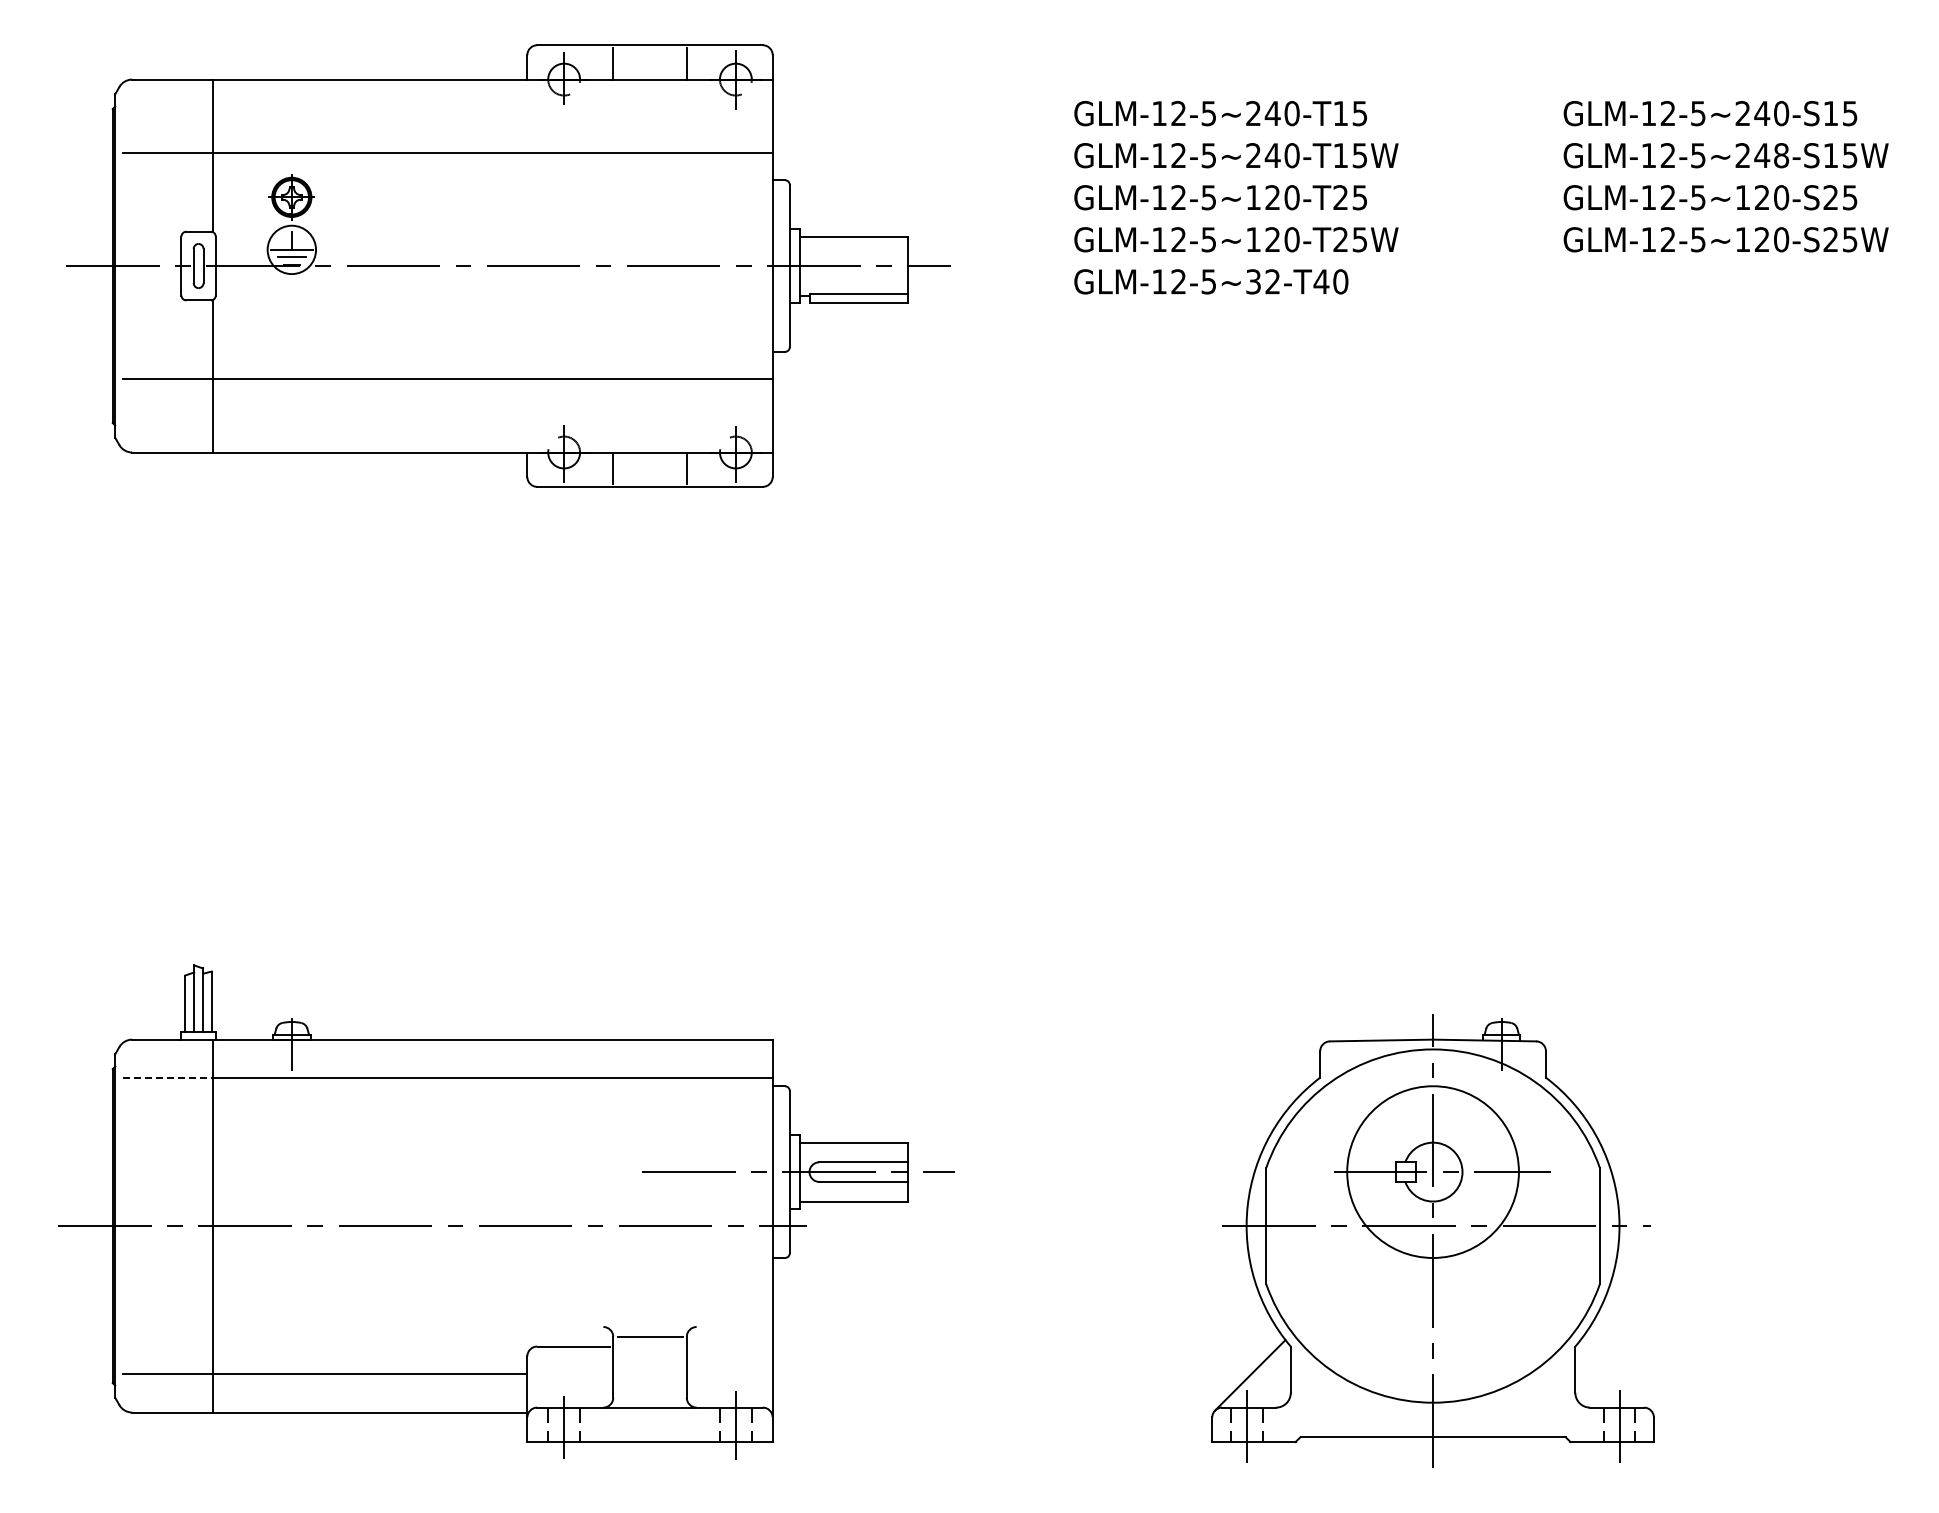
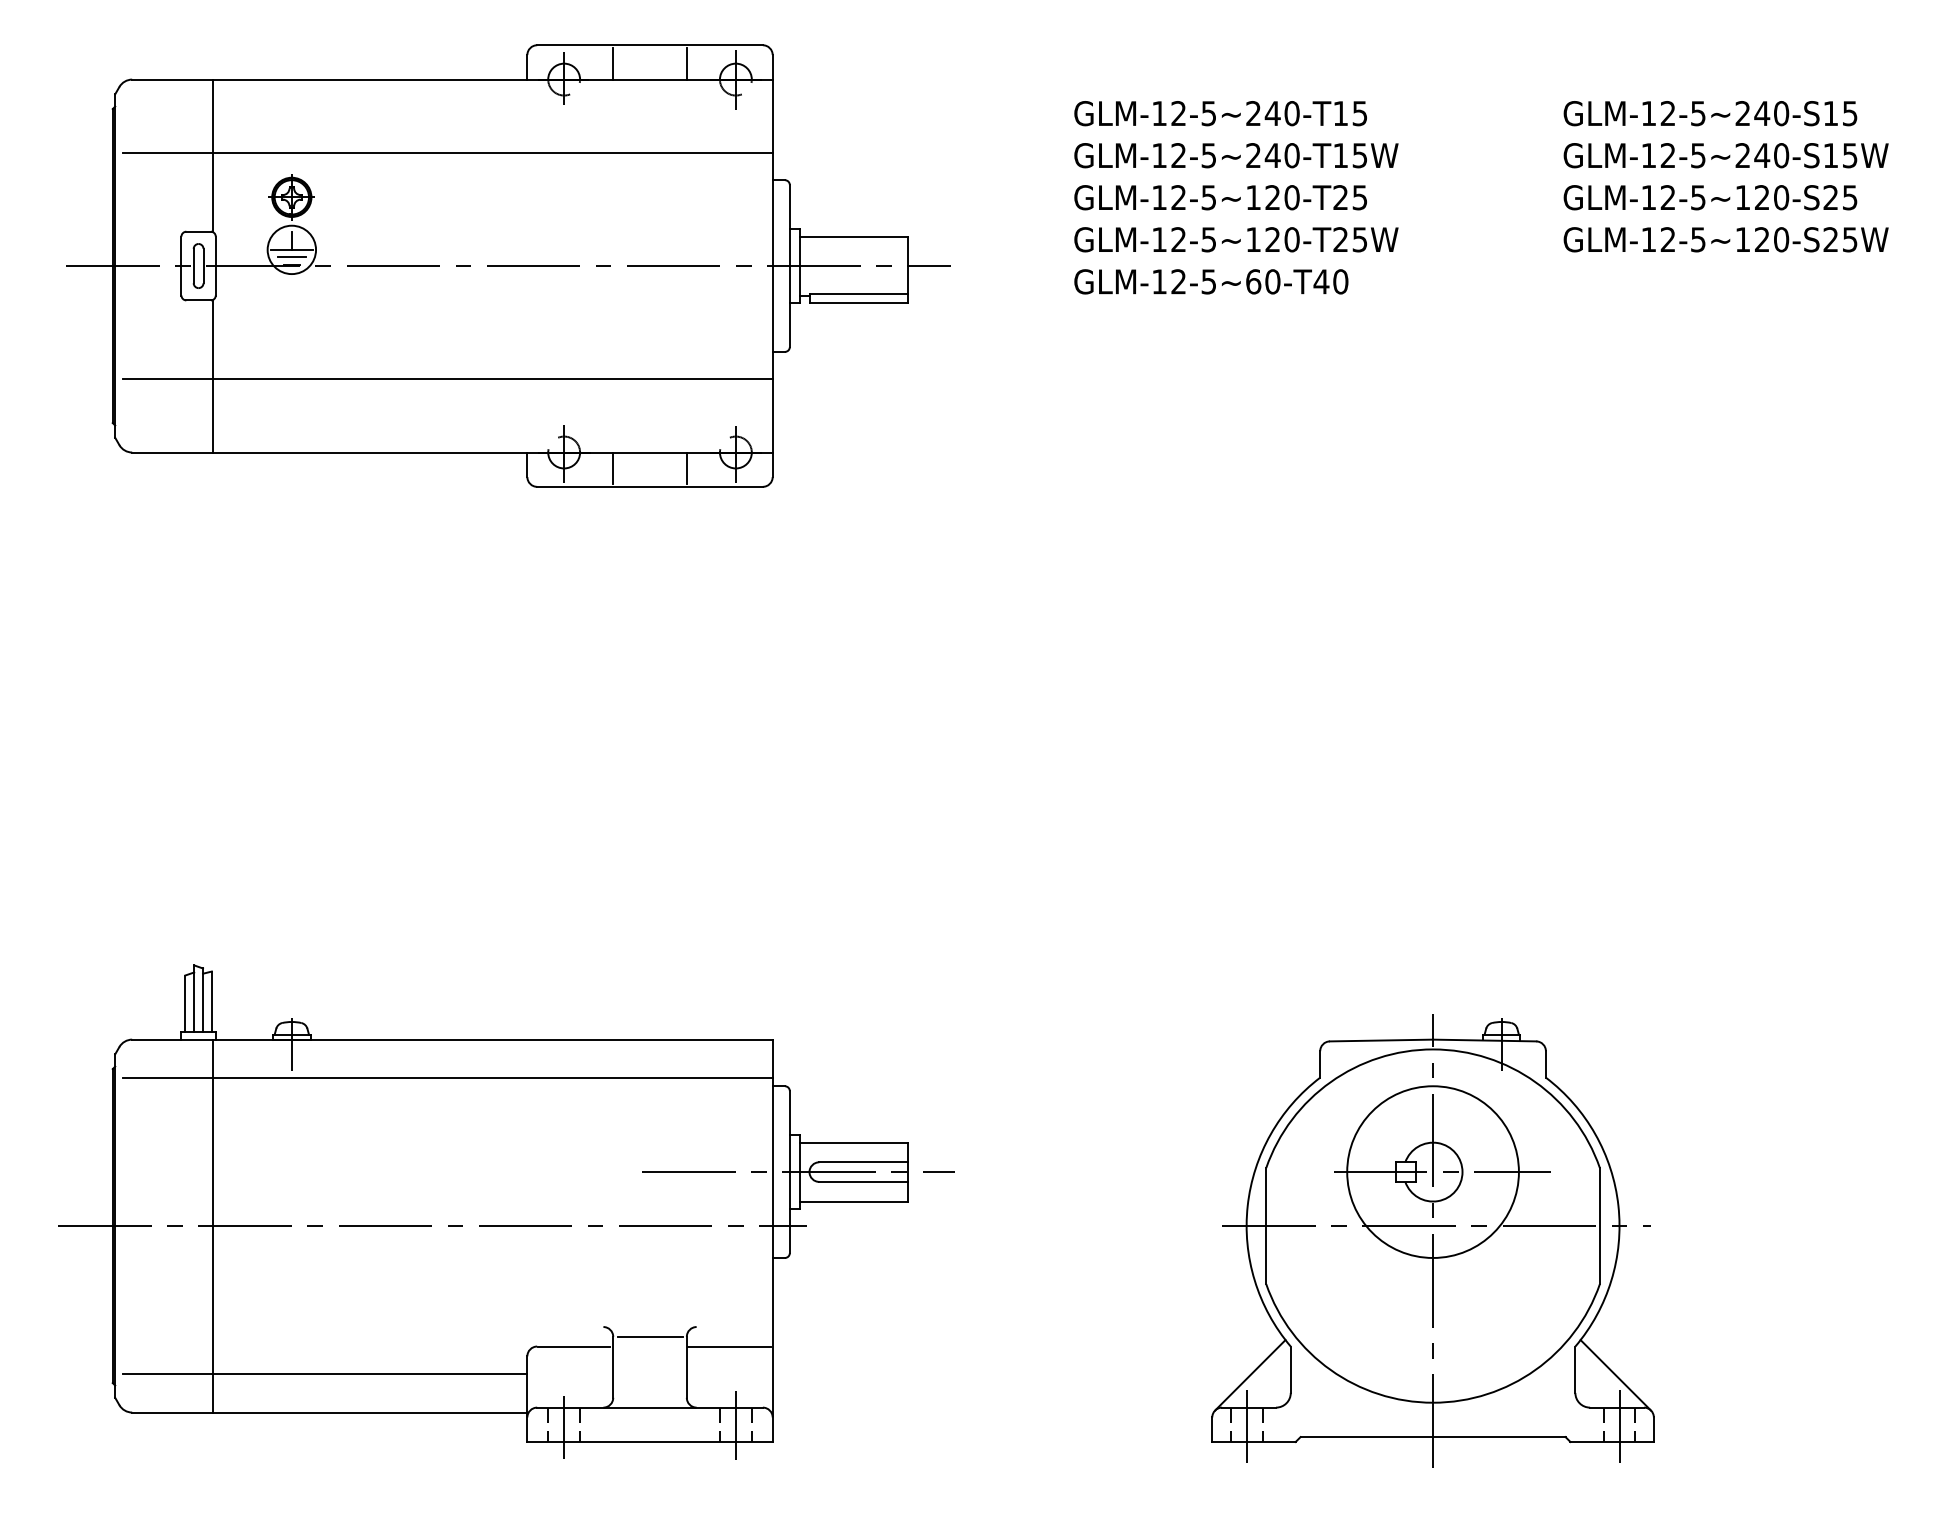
text at (1781, 155): GLM-12-5~248-S15W -> GLM-12-5~240-S15W
text at (1263, 281): GLM-12-5~32-T40 -> GLM-12-5~60-T40
line at (168, 1077): dashed -> solid
line at (729, 1346): none -> present
line at (1615, 1375): none -> present
